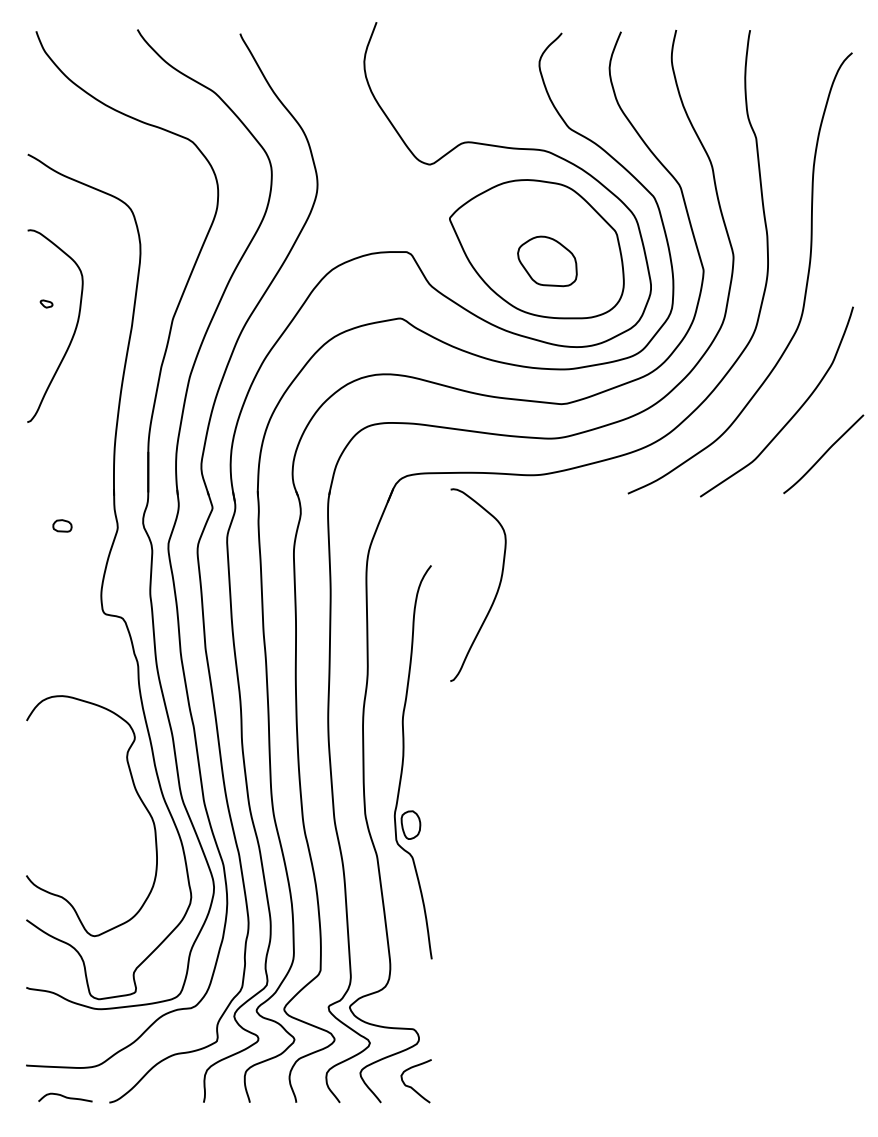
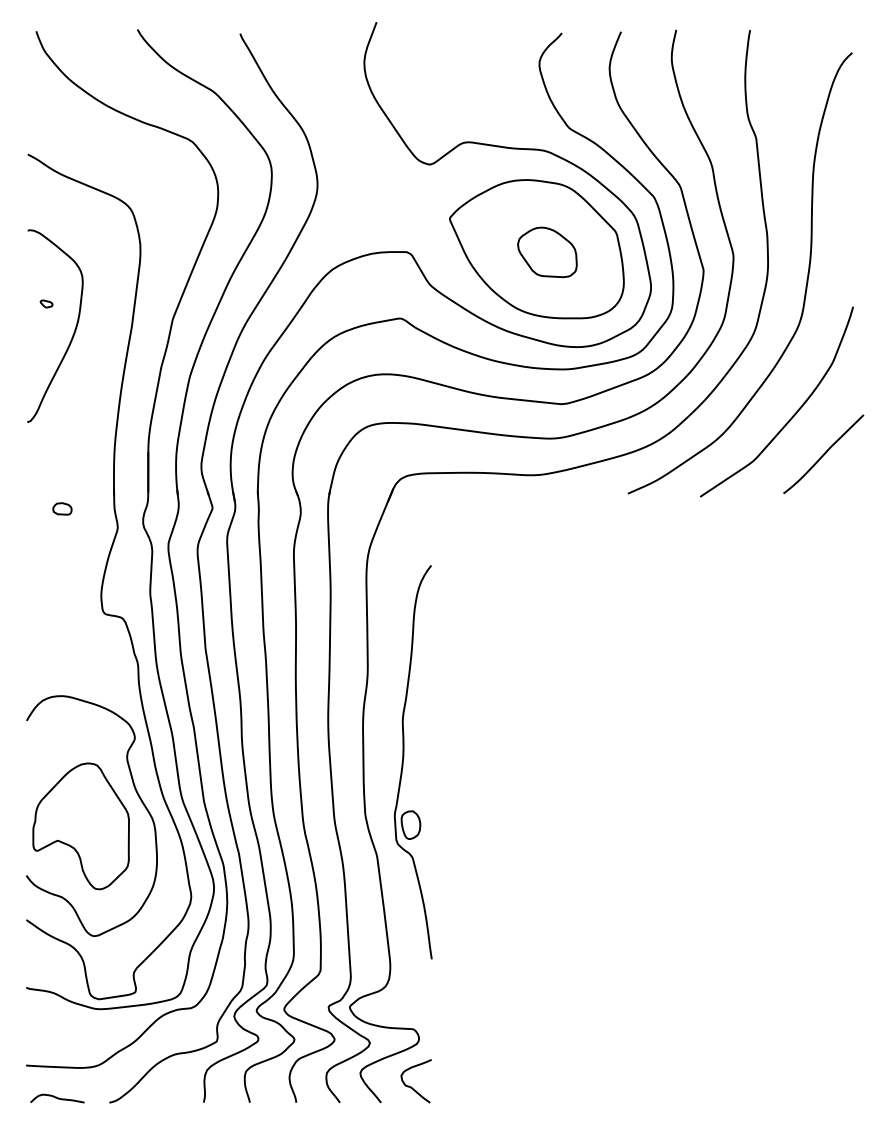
part at (547, 261) position: (547, 261) -> (547, 252)
part at (62, 525) position: (62, 525) -> (62, 508)
curve at (496, 591): present -> none
part at (80, 826): none -> present
curve at (65, 1097) position: (65, 1097) -> (57, 1098)
